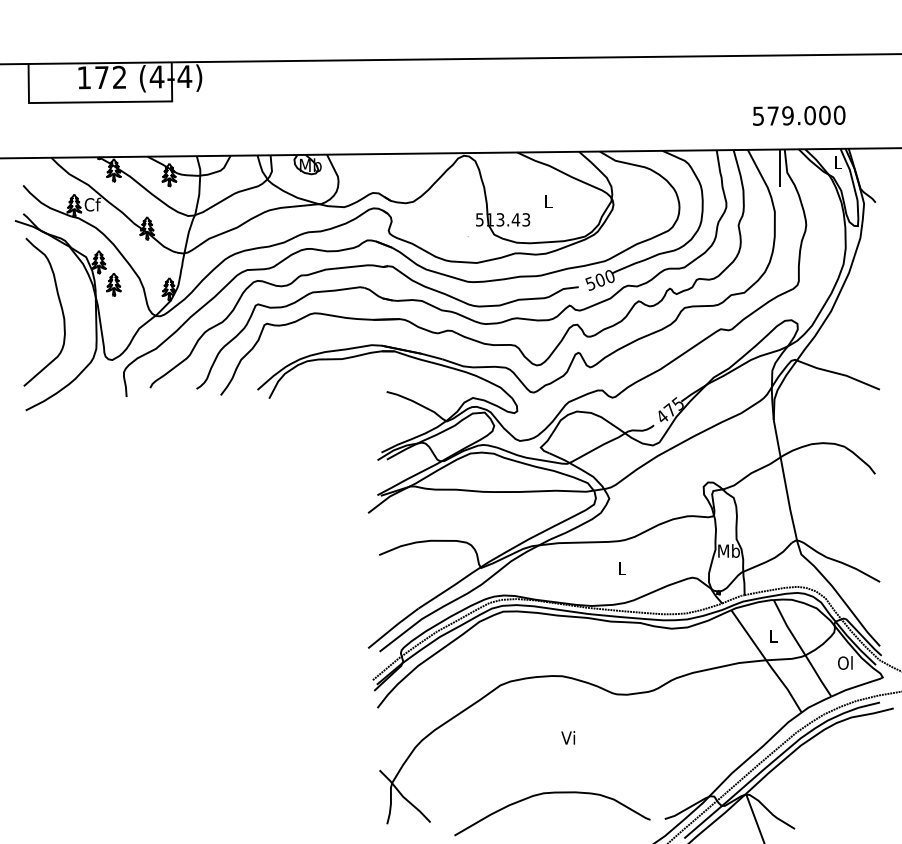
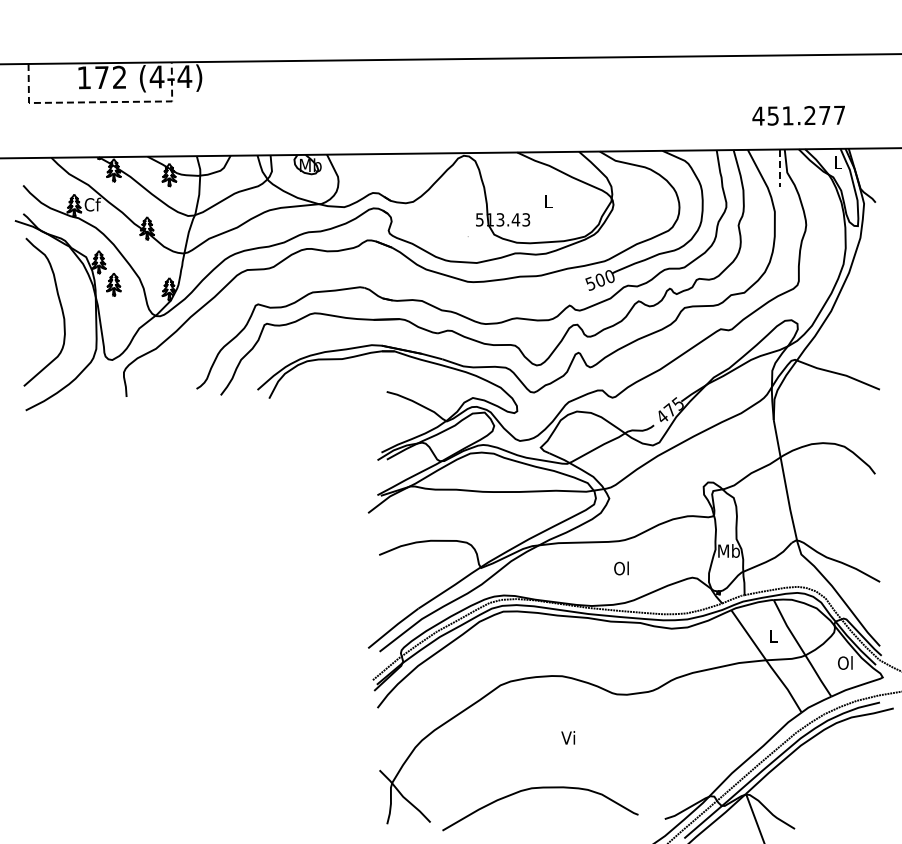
line at (100, 102): solid -> dashed
text at (798, 115): 579.000 -> 451.277
line at (779, 168): solid -> dashed
part at (358, 267): present -> none
text at (621, 568): L -> Ol
curve at (552, 793) position: (552, 793) -> (540, 788)
